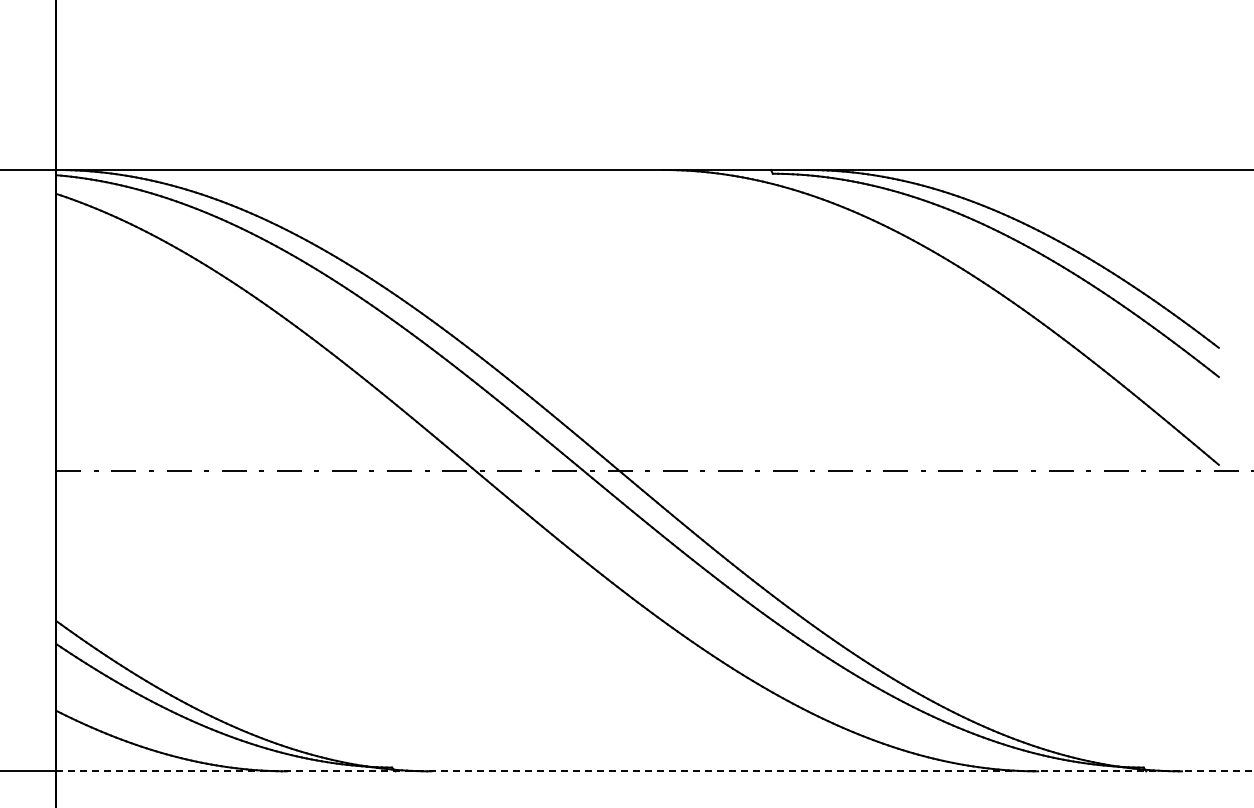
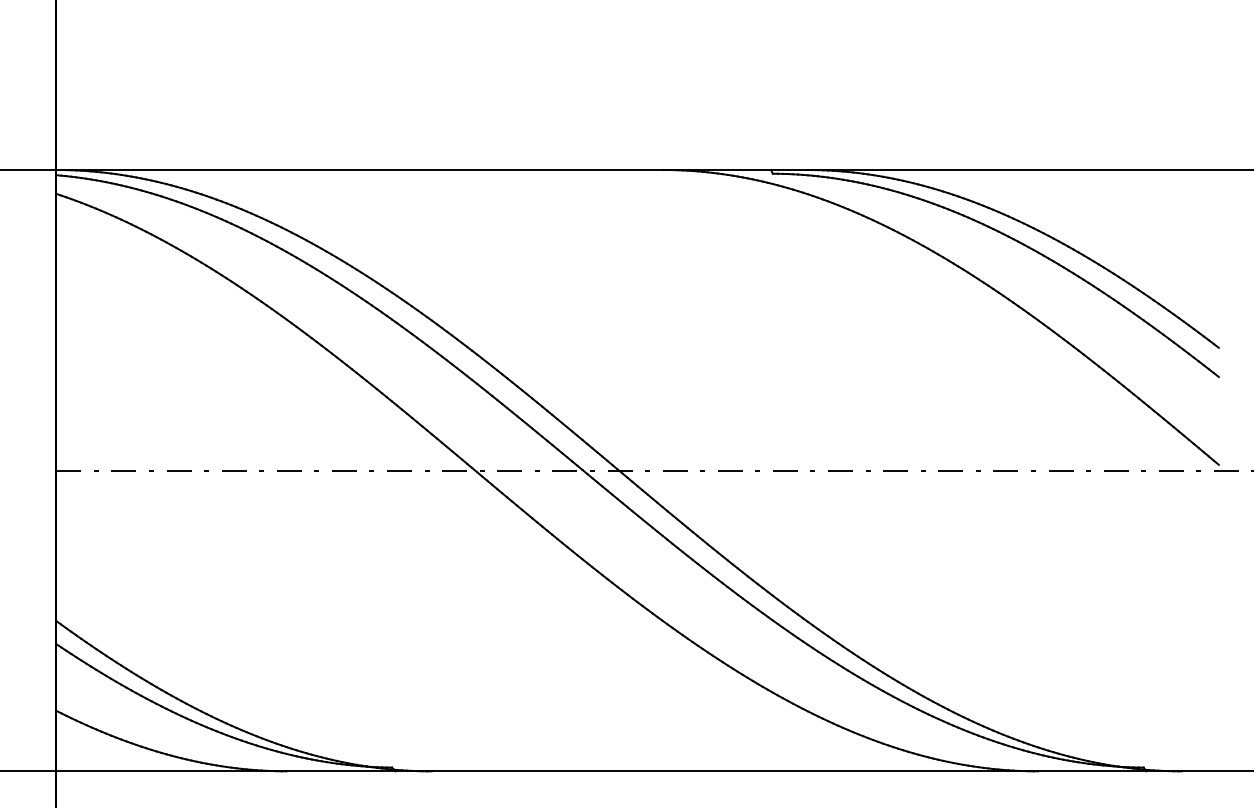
line at (655, 771): dashed -> solid
